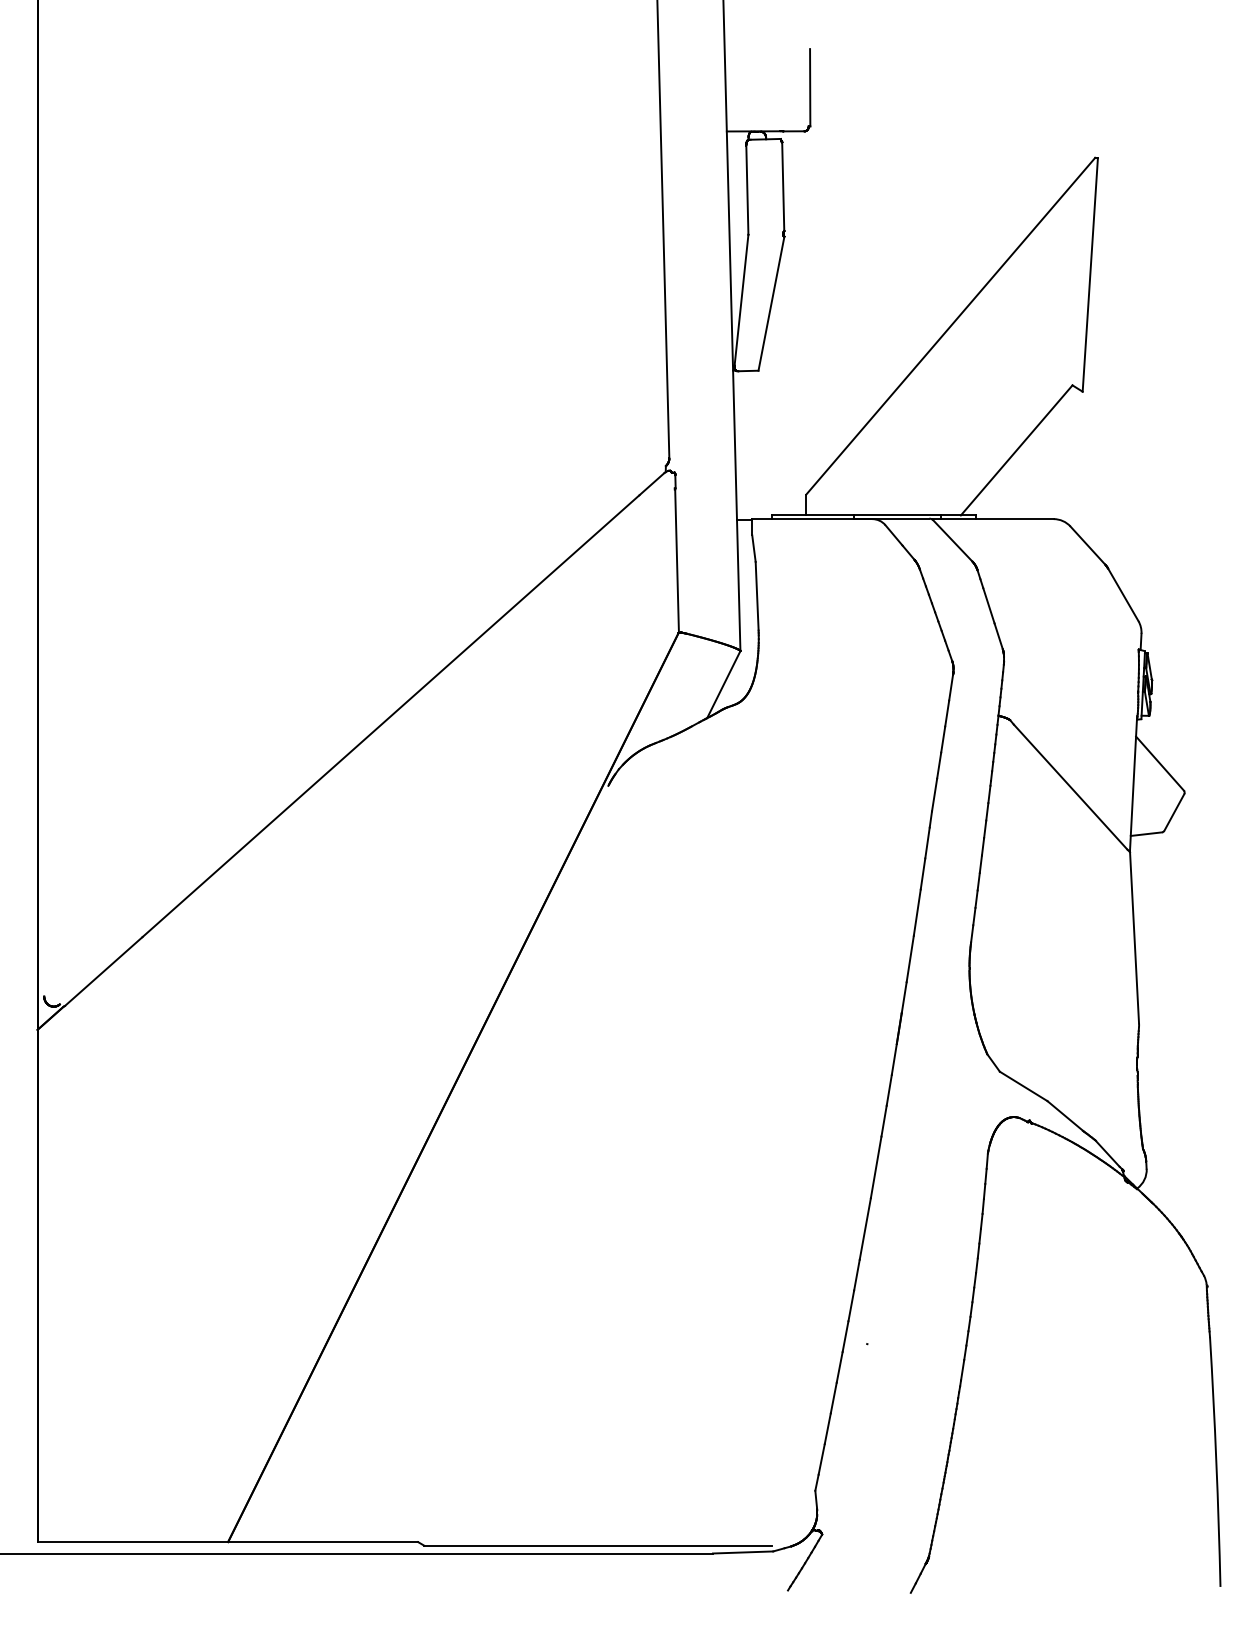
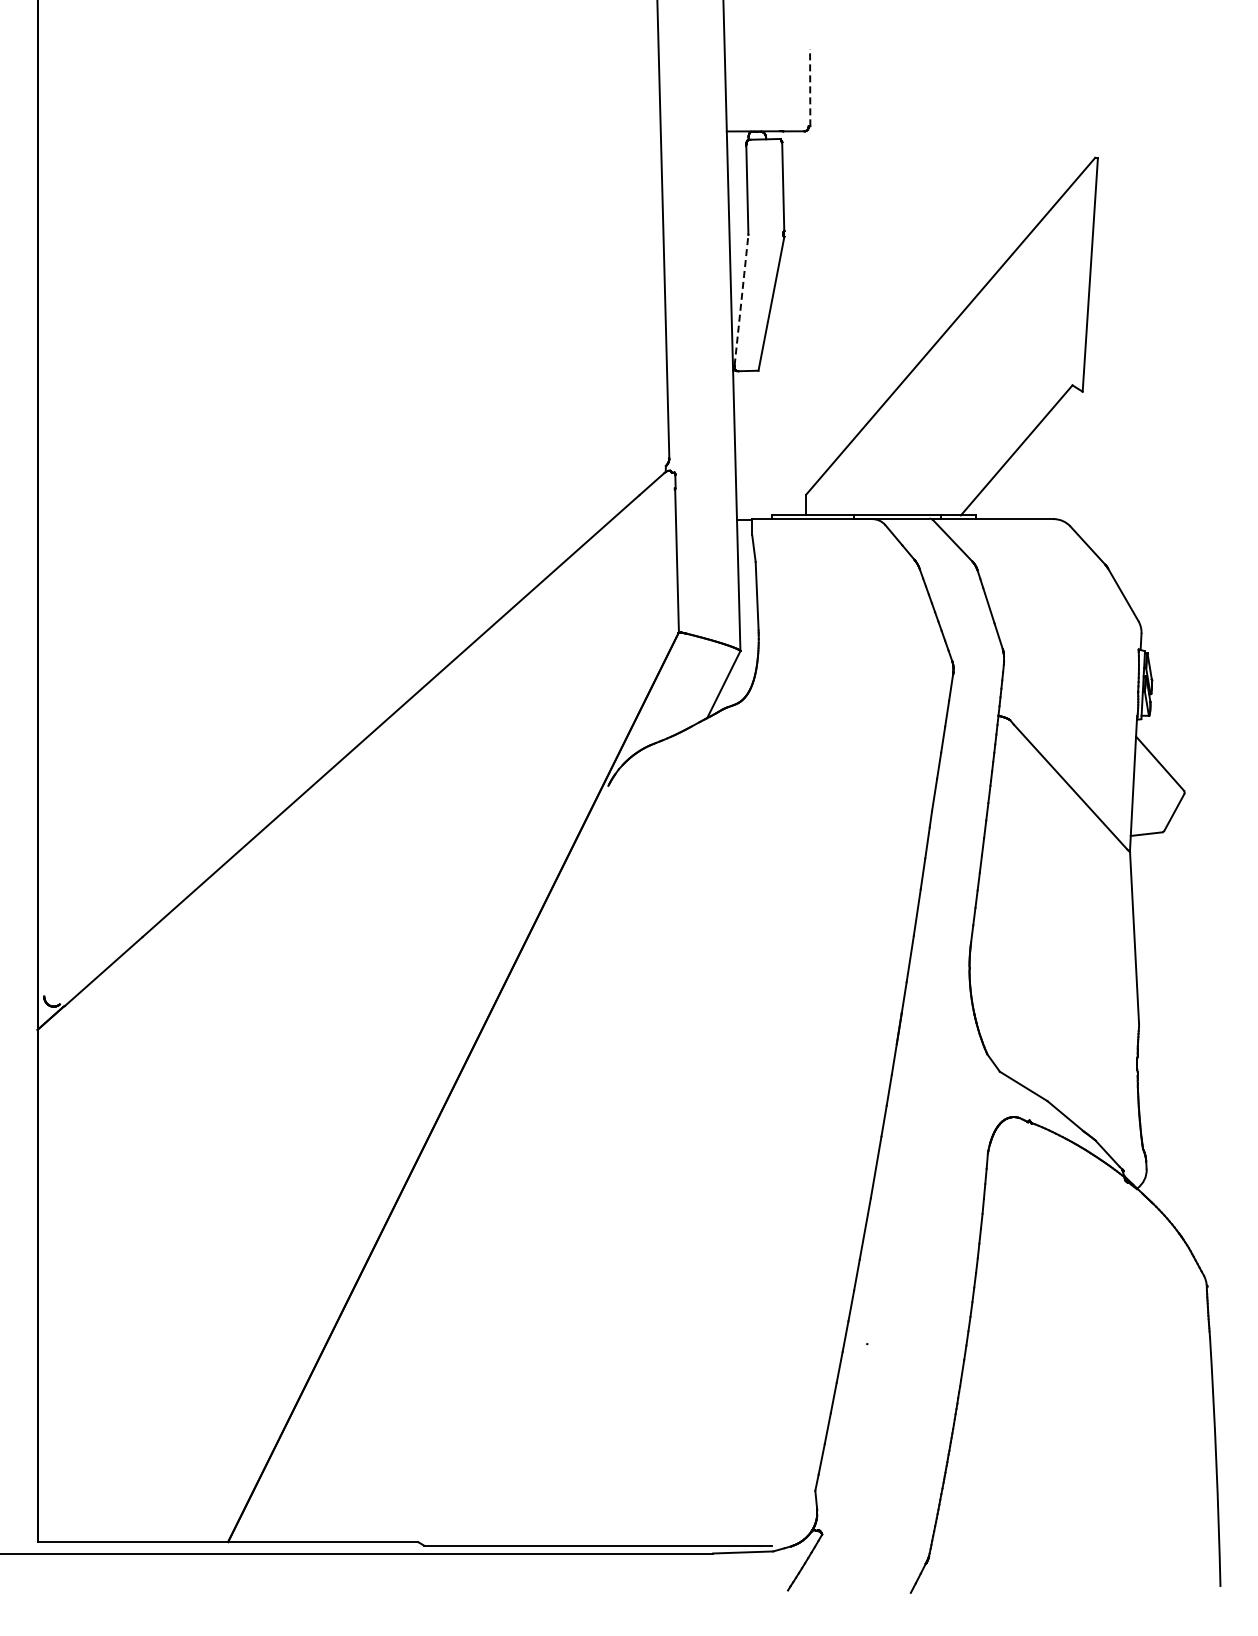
line at (810, 87): solid -> dashed
line at (741, 300): solid -> dashed
